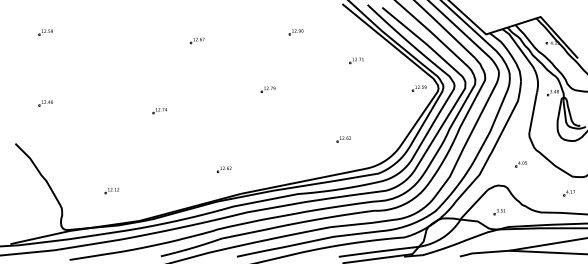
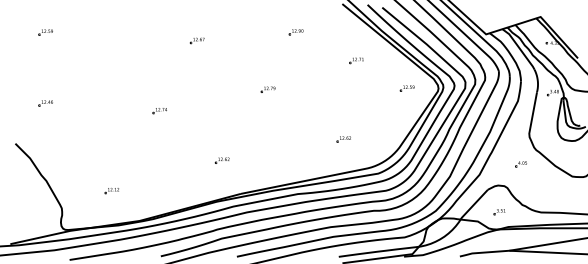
part at (418, 88) position: (418, 88) -> (406, 88)
part at (223, 169) position: (223, 169) -> (221, 160)
part at (568, 193): present -> none
